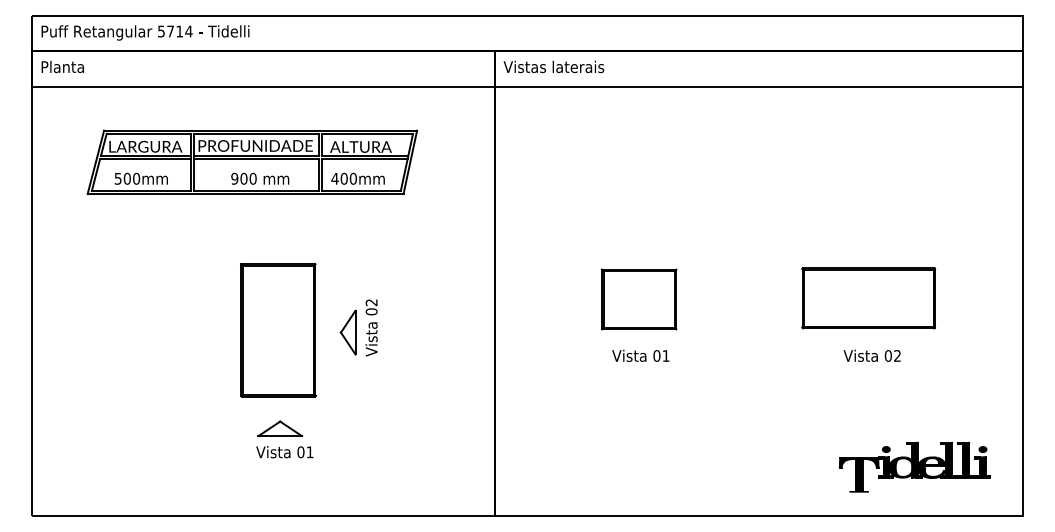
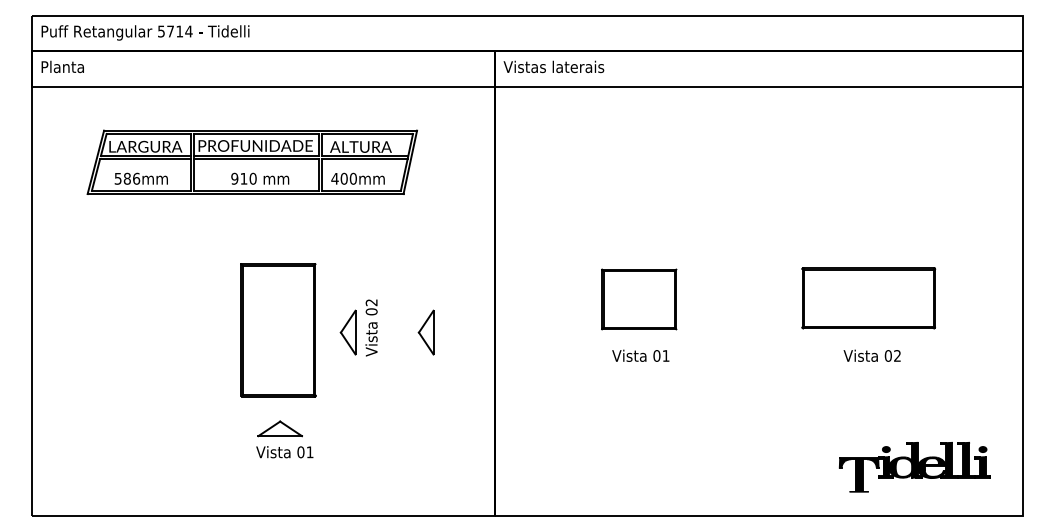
text at (131, 178): 500mm -> 586mm
text at (243, 178): 900 -> 910
part at (425, 332): none -> present
